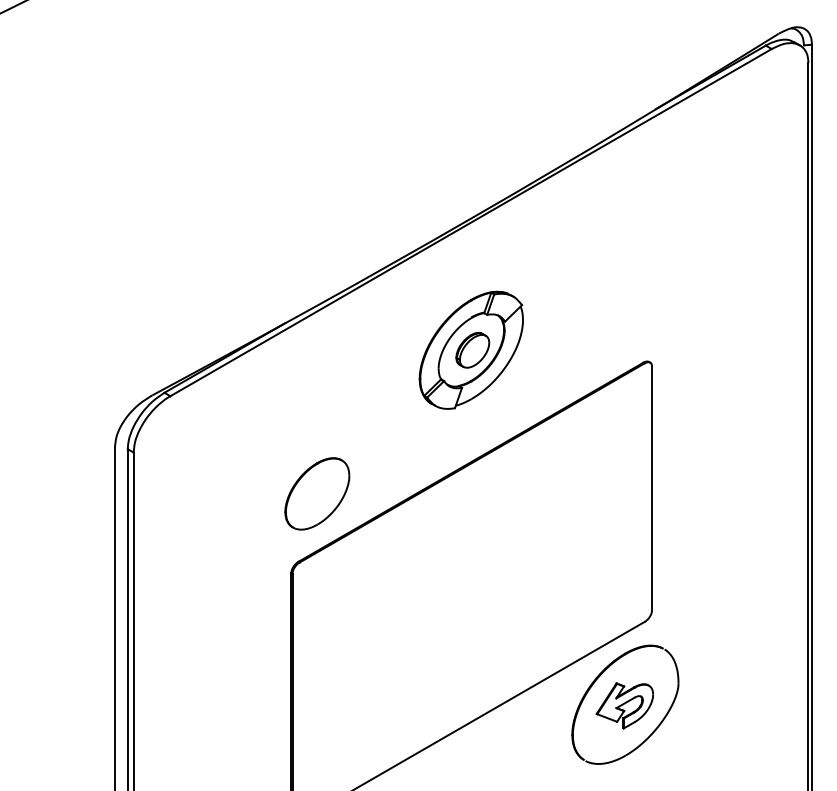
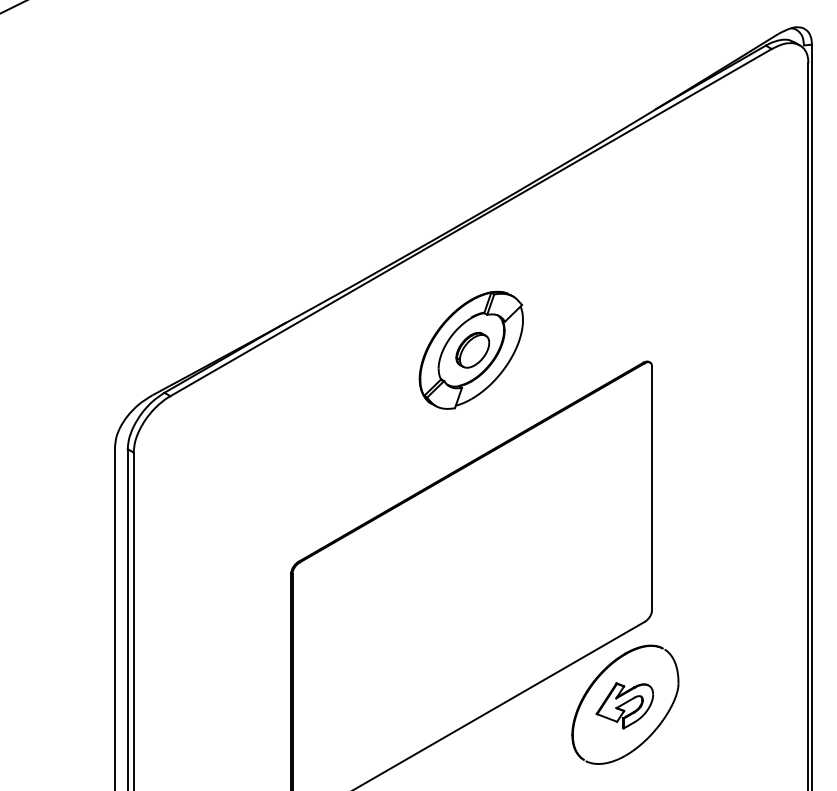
part at (317, 493): present -> none
